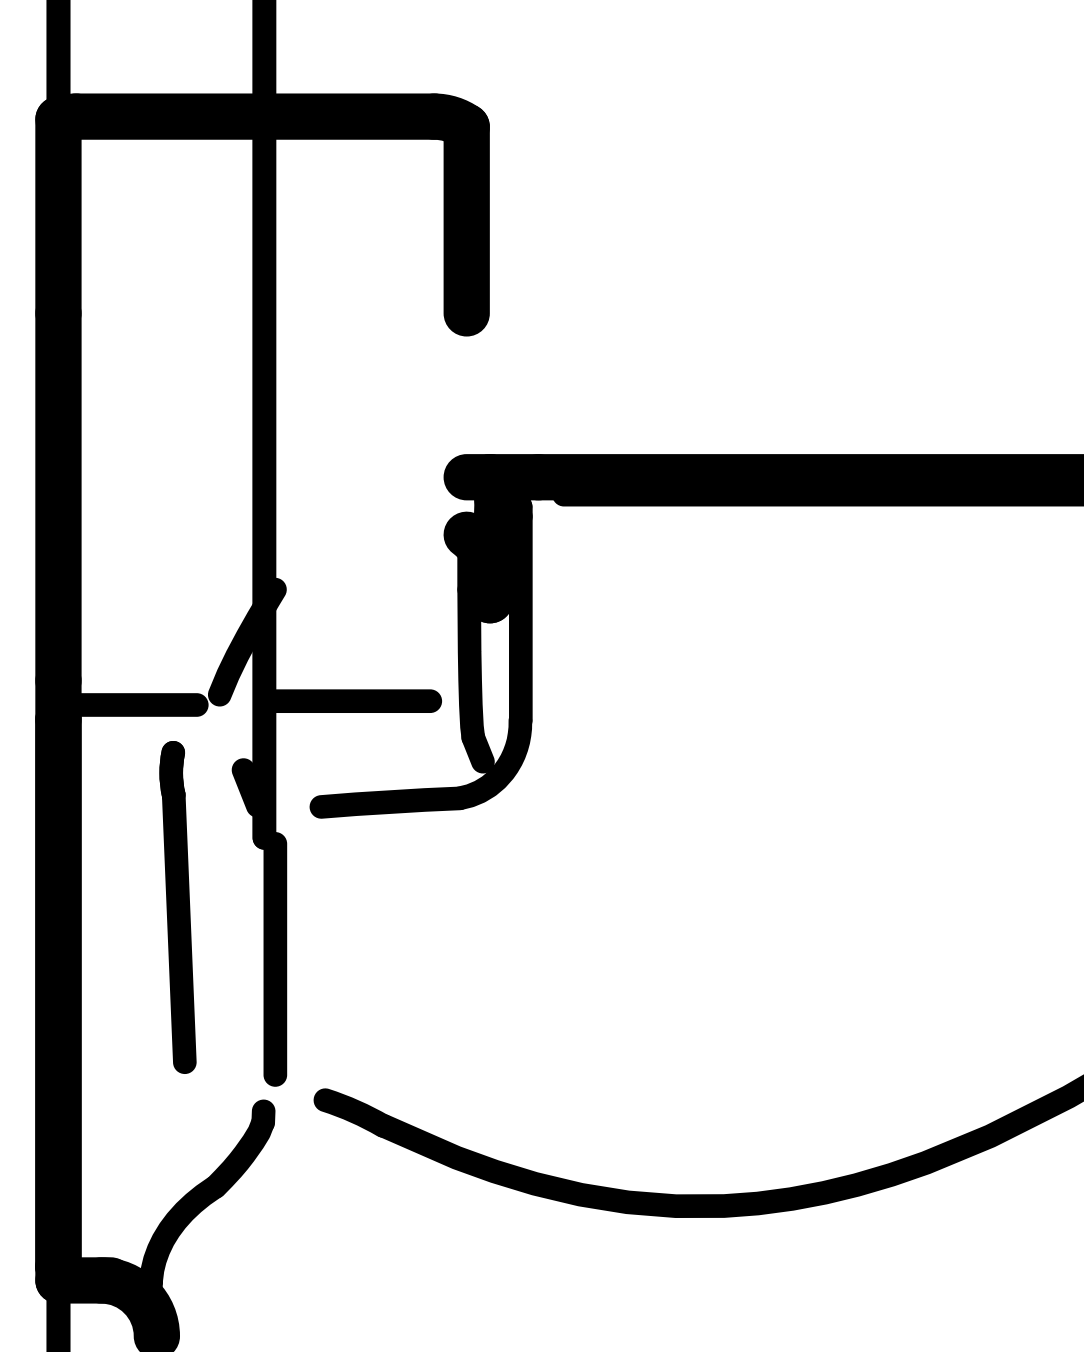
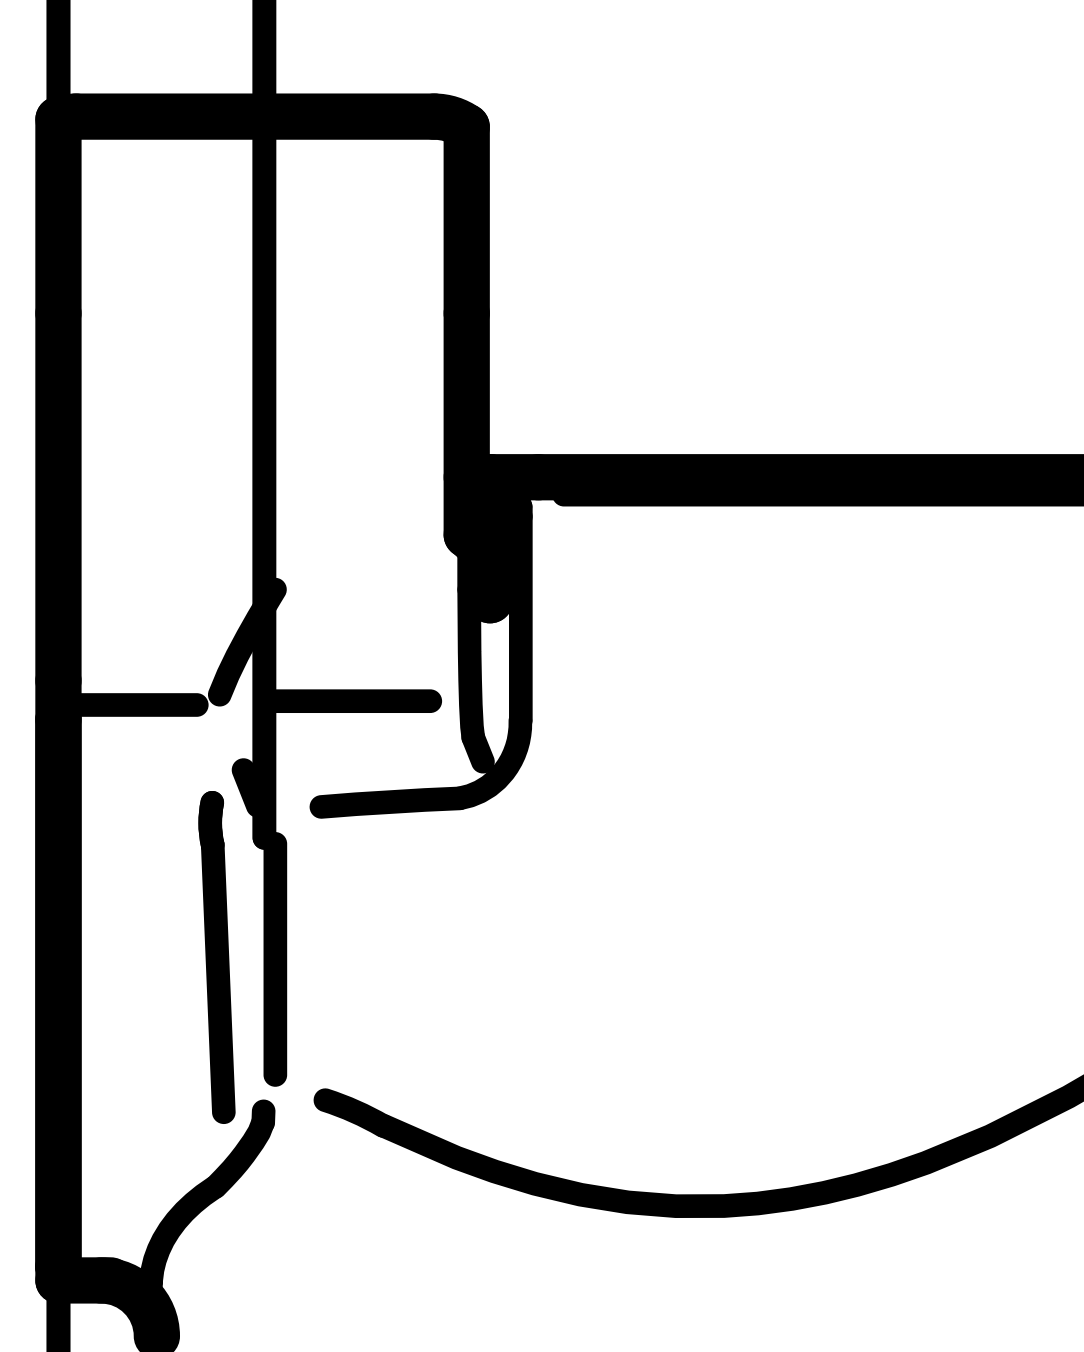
fill at (466, 423): none -> present
part at (177, 907) position: (177, 907) -> (216, 957)
